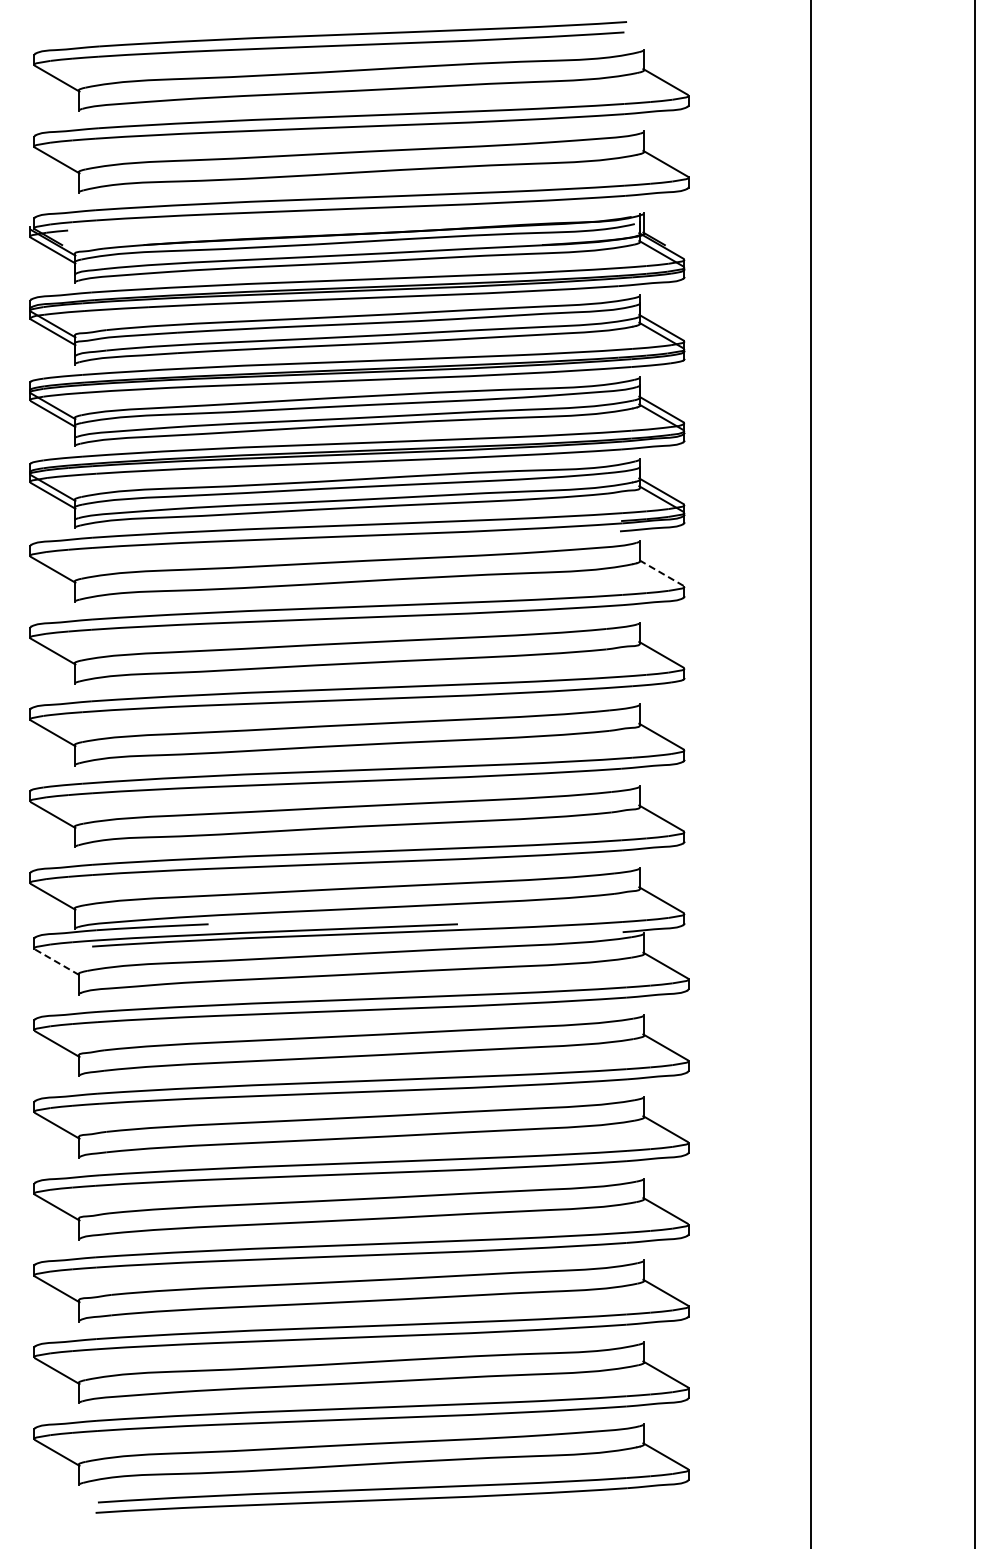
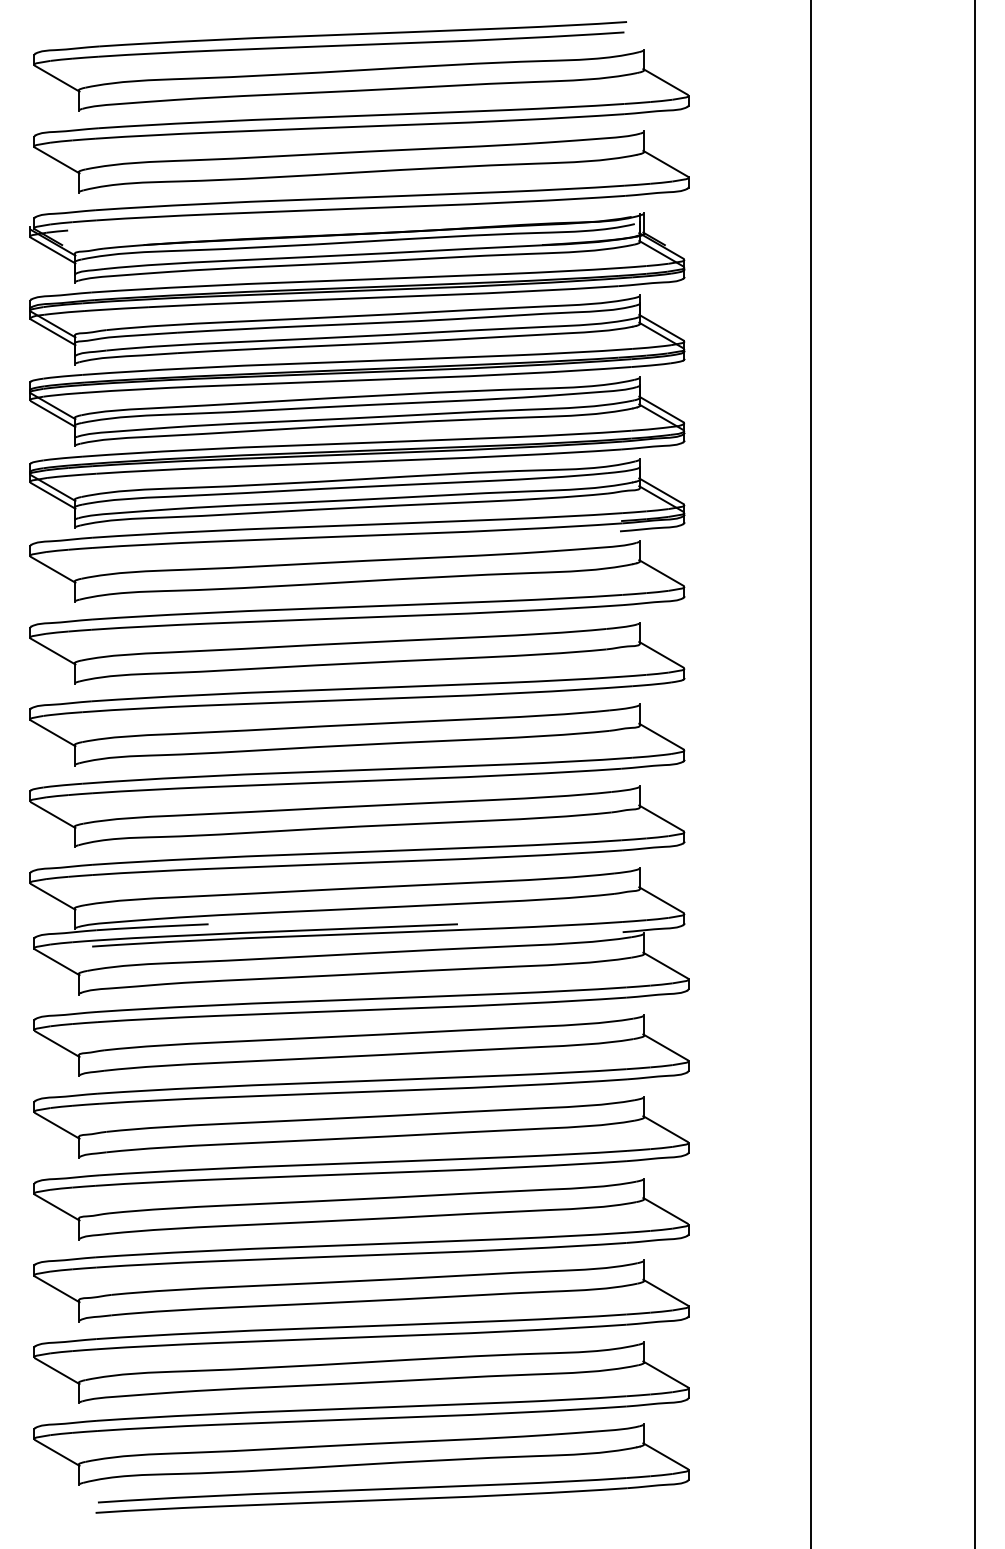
line at (661, 573): dashed -> solid
line at (57, 962): dashed -> solid
